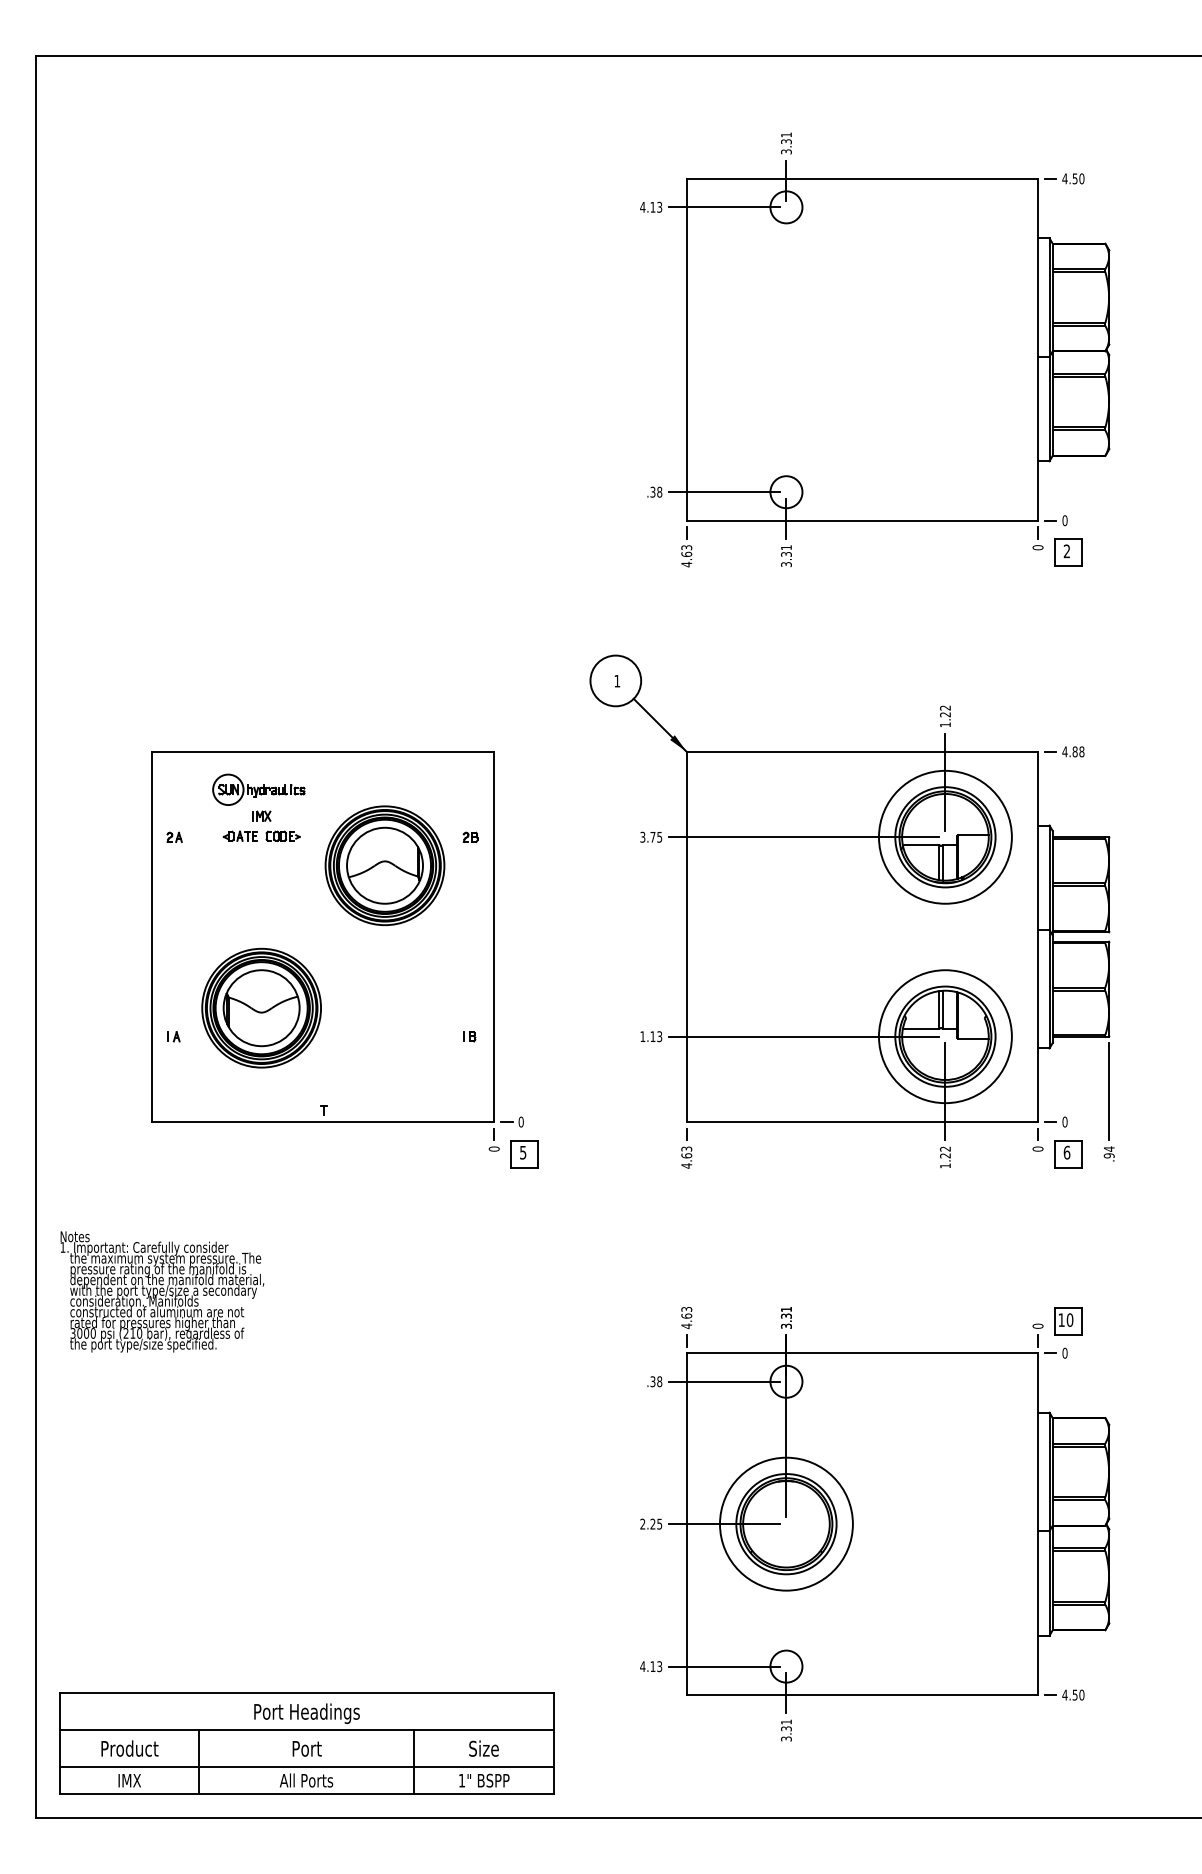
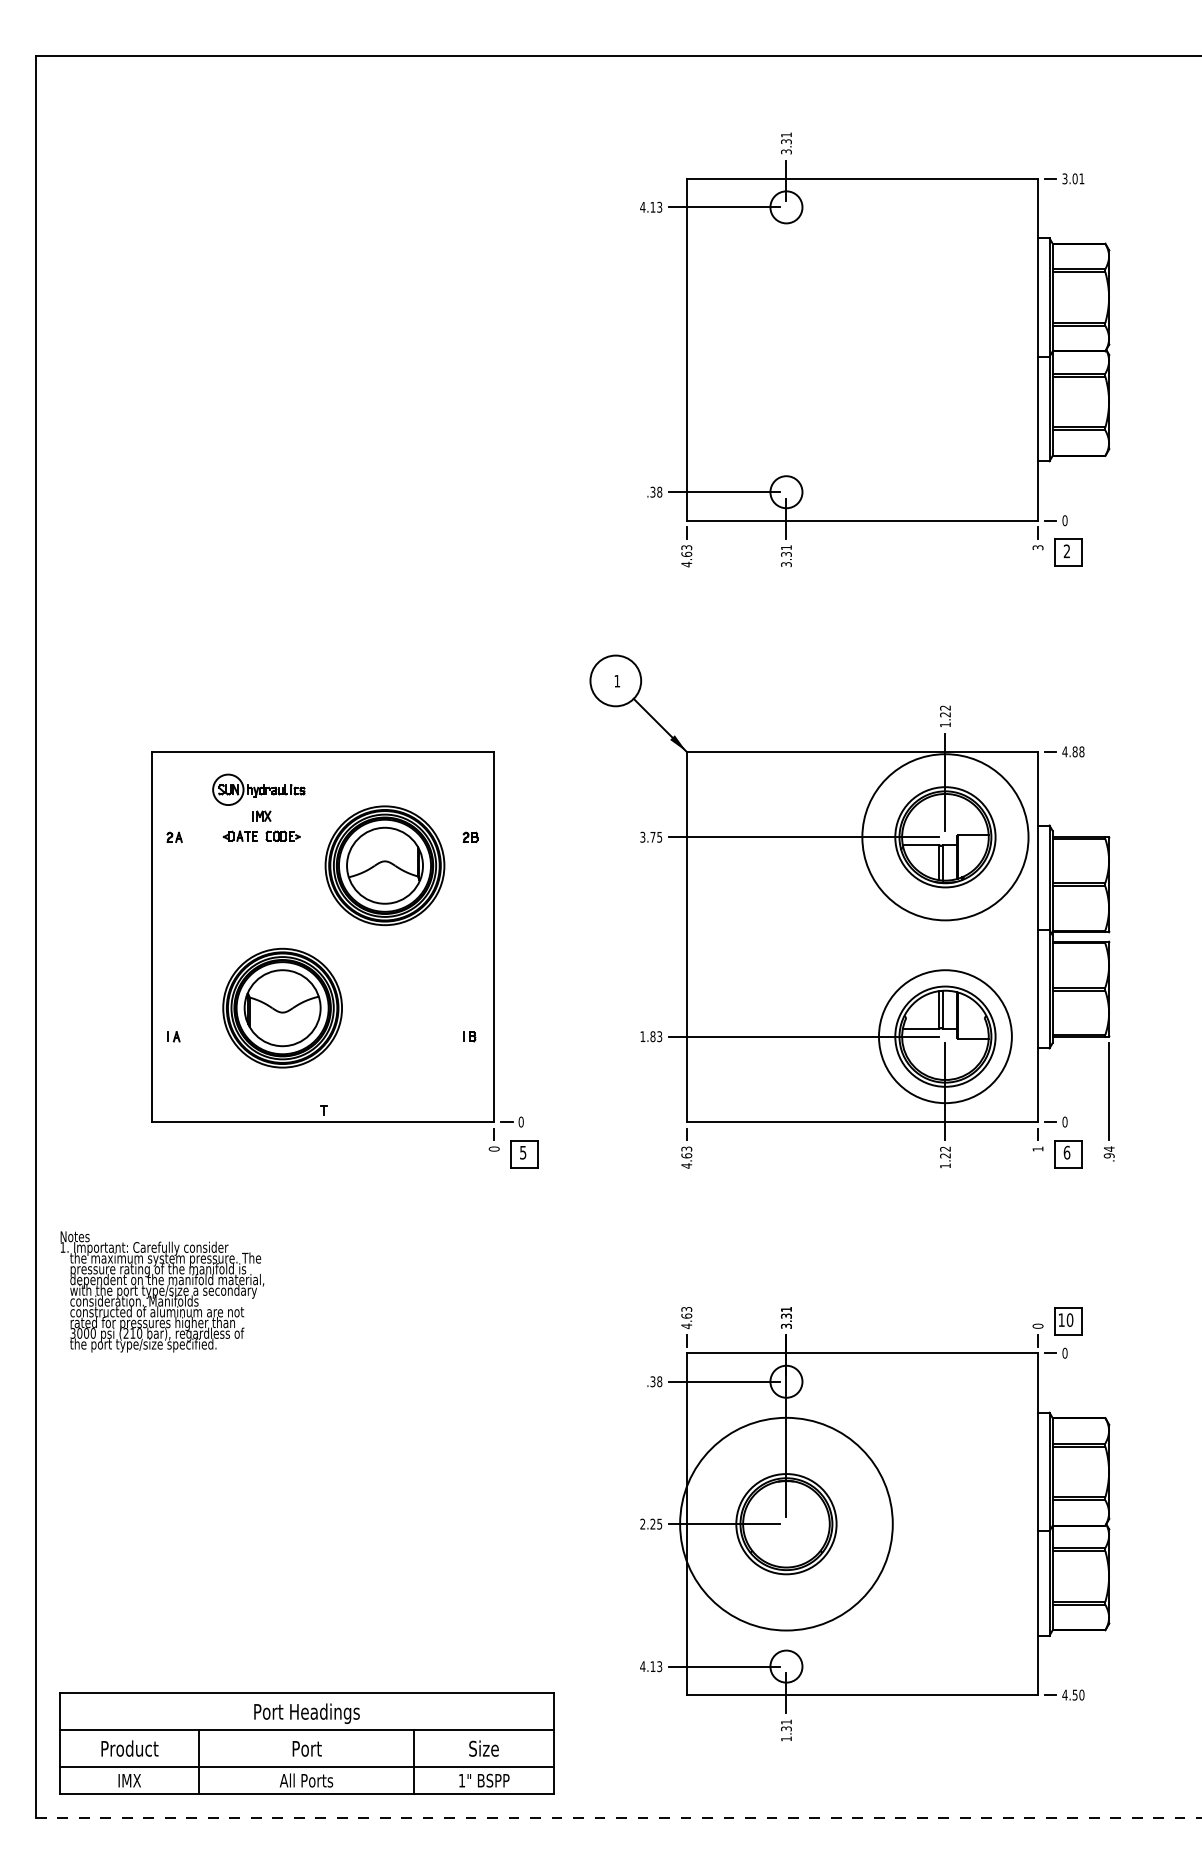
text at (1073, 178): 4.50 -> 3.01
text at (1037, 547): 0 -> 3
circle at (944, 836) diameter: 133 px -> 166 px
part at (261, 1007) position: (261, 1007) -> (282, 1007)
text at (652, 1036): 1.13 -> 1.83
text at (1037, 1148): 0 -> 1
circle at (785, 1523) diameter: 133 px -> 213 px
text at (786, 1738): 3.31 -> 1.31
line at (618, 1817): solid -> dashed
